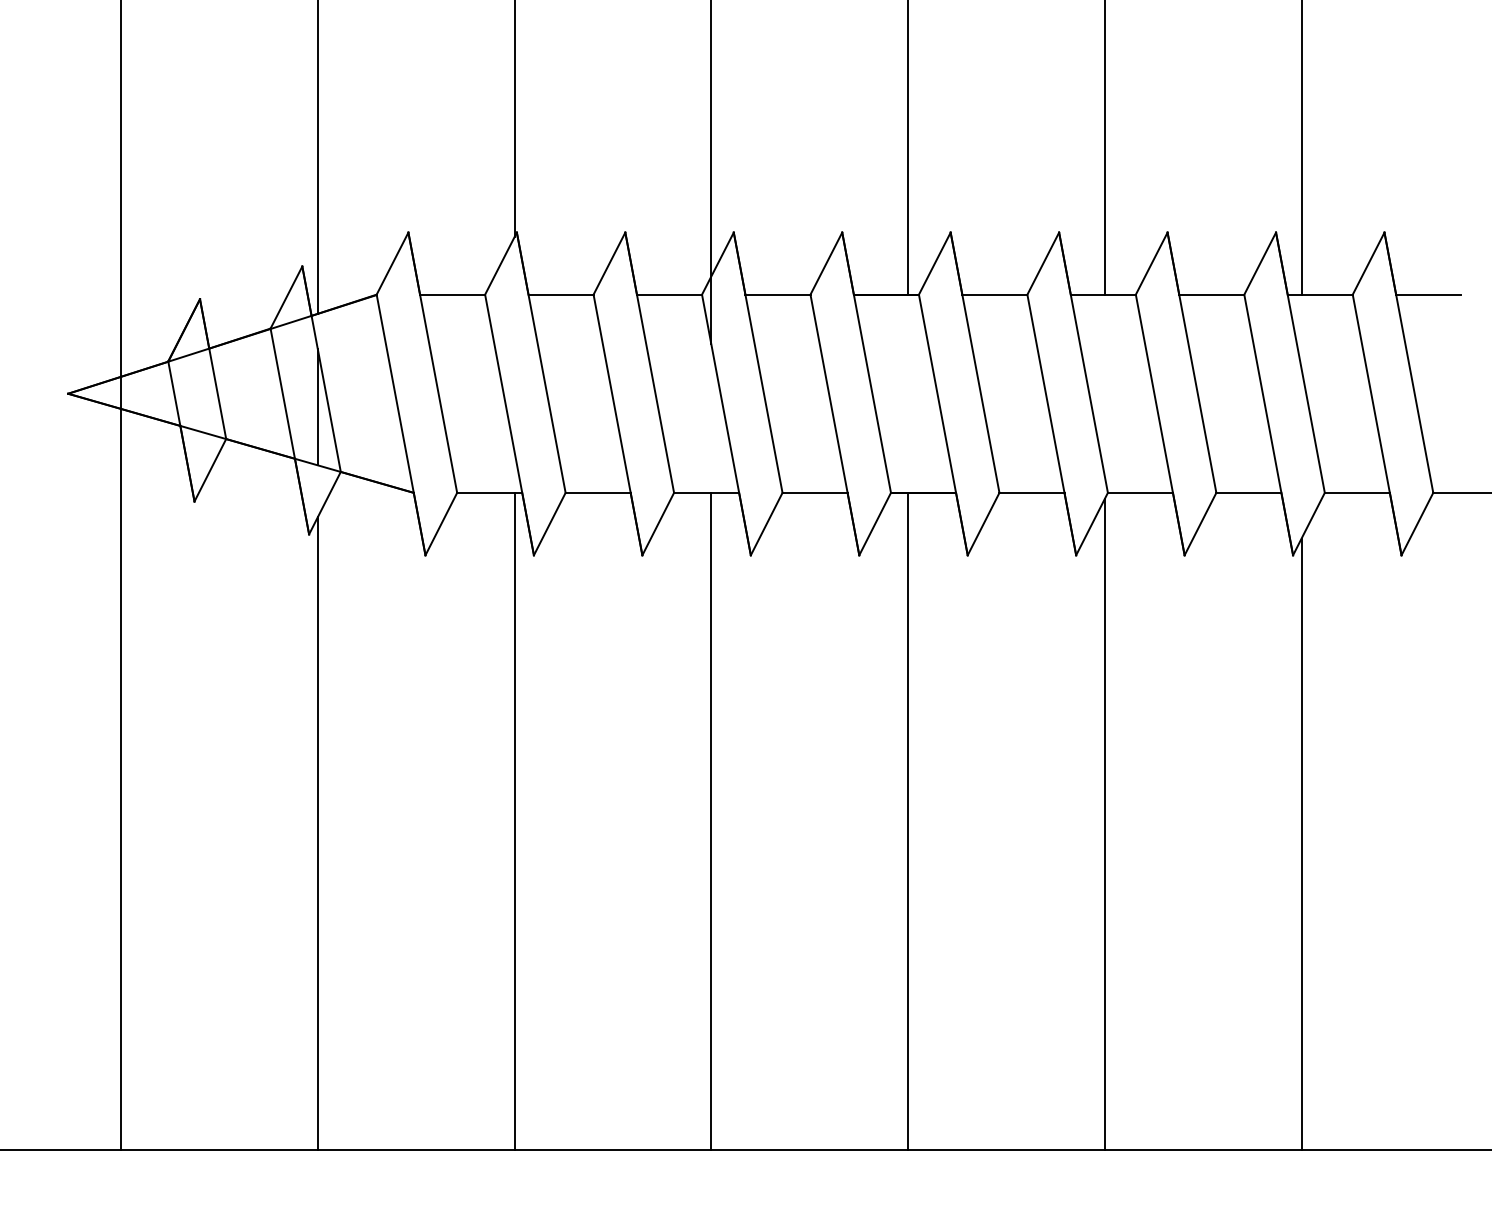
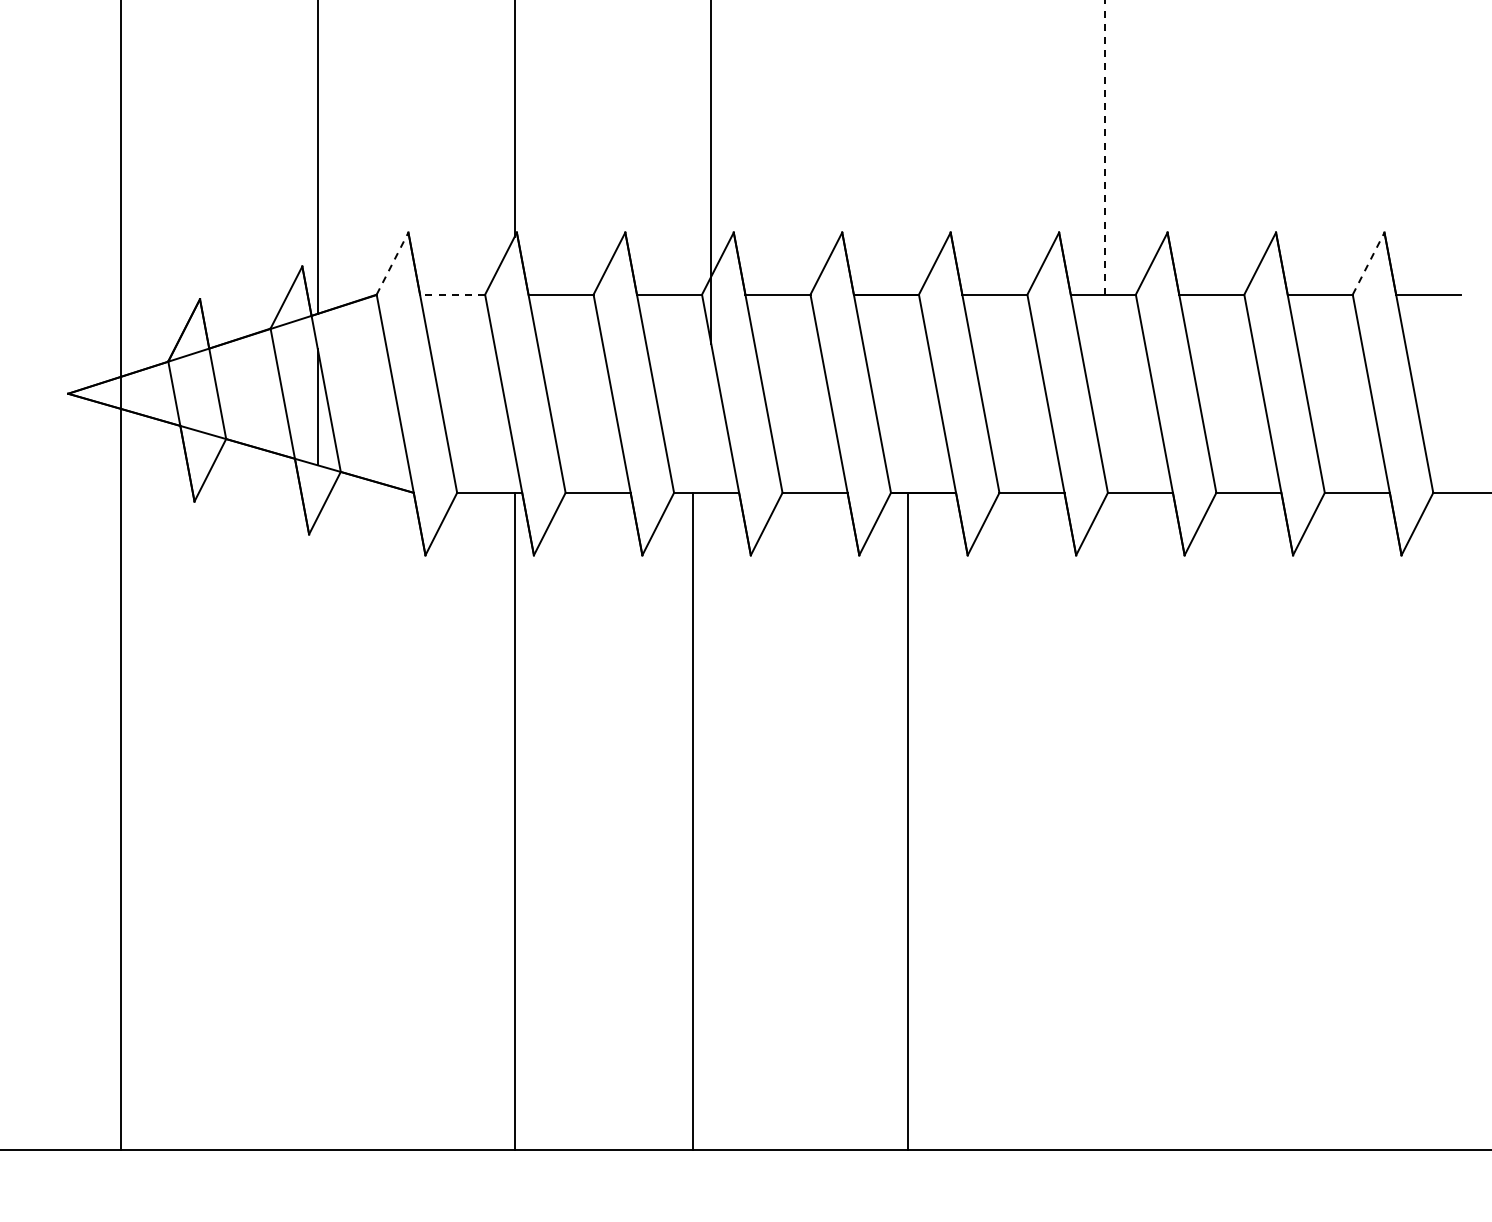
line at (1104, 147): solid -> dashed
line at (908, 148): present -> none
line at (1301, 148): present -> none
line at (392, 263): solid -> dashed
line at (1368, 263): solid -> dashed
line at (452, 294): solid -> dashed
line at (711, 820) position: (711, 820) -> (693, 820)
line at (1104, 823): present -> none
line at (317, 833): present -> none
line at (1301, 843): present -> none
